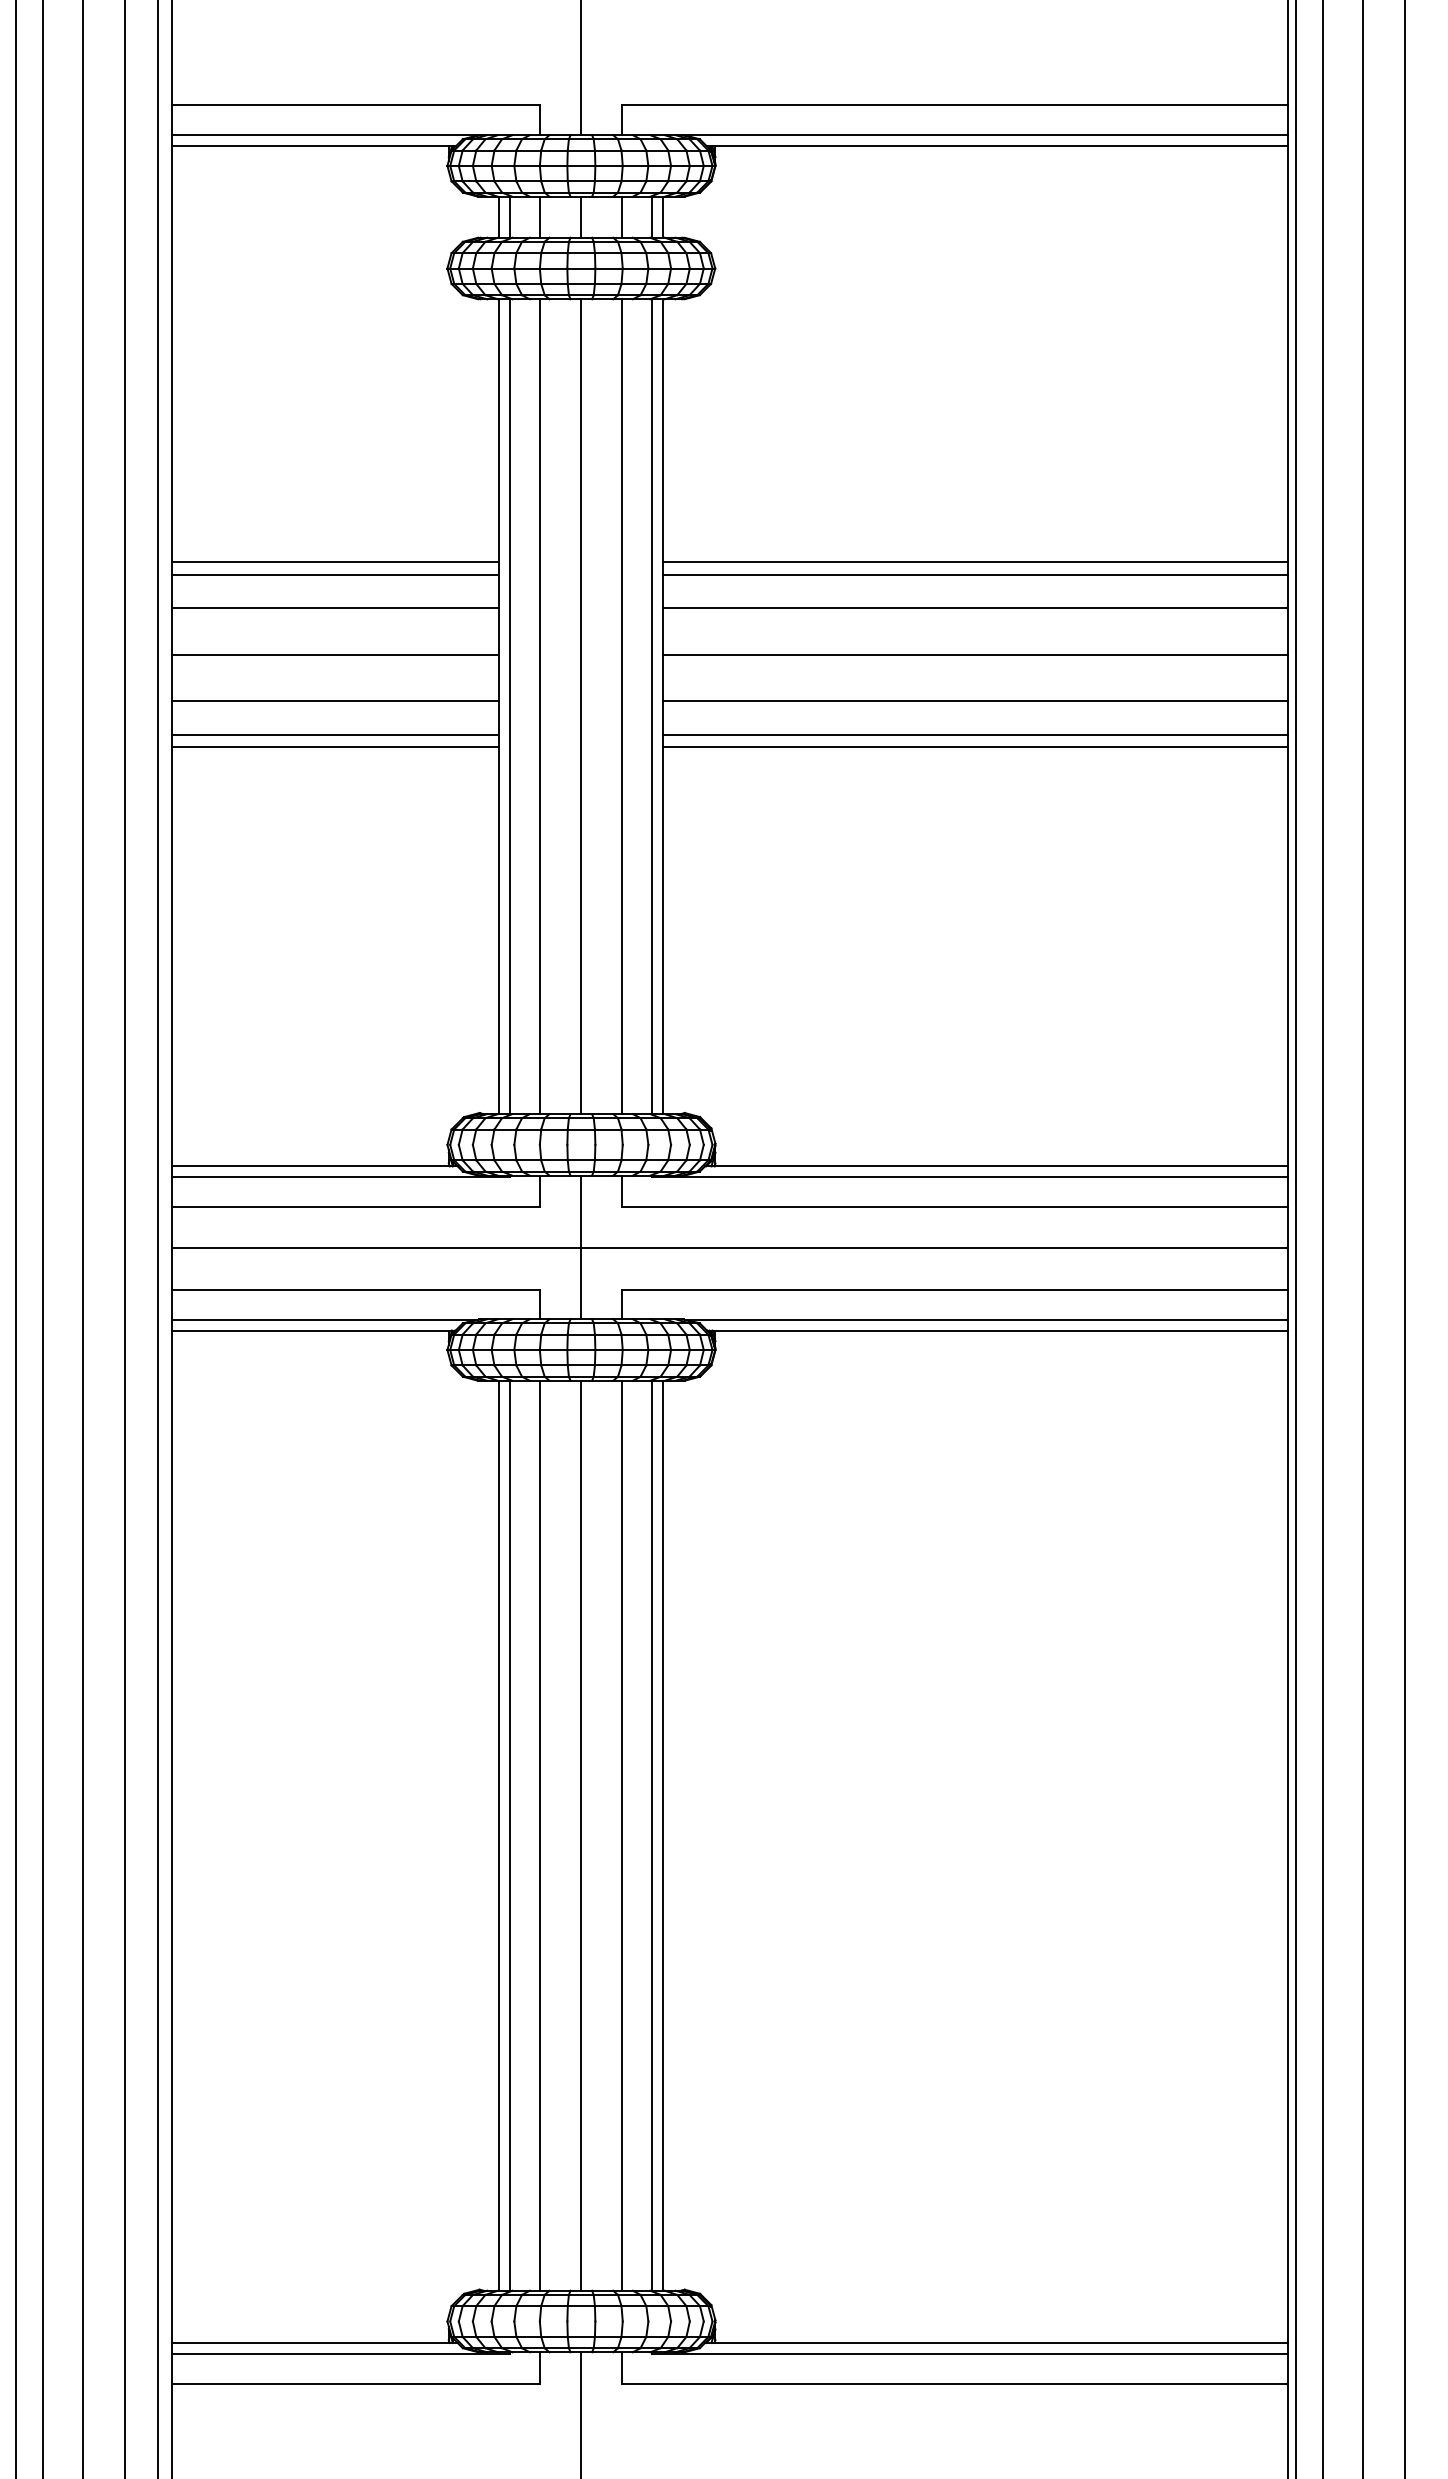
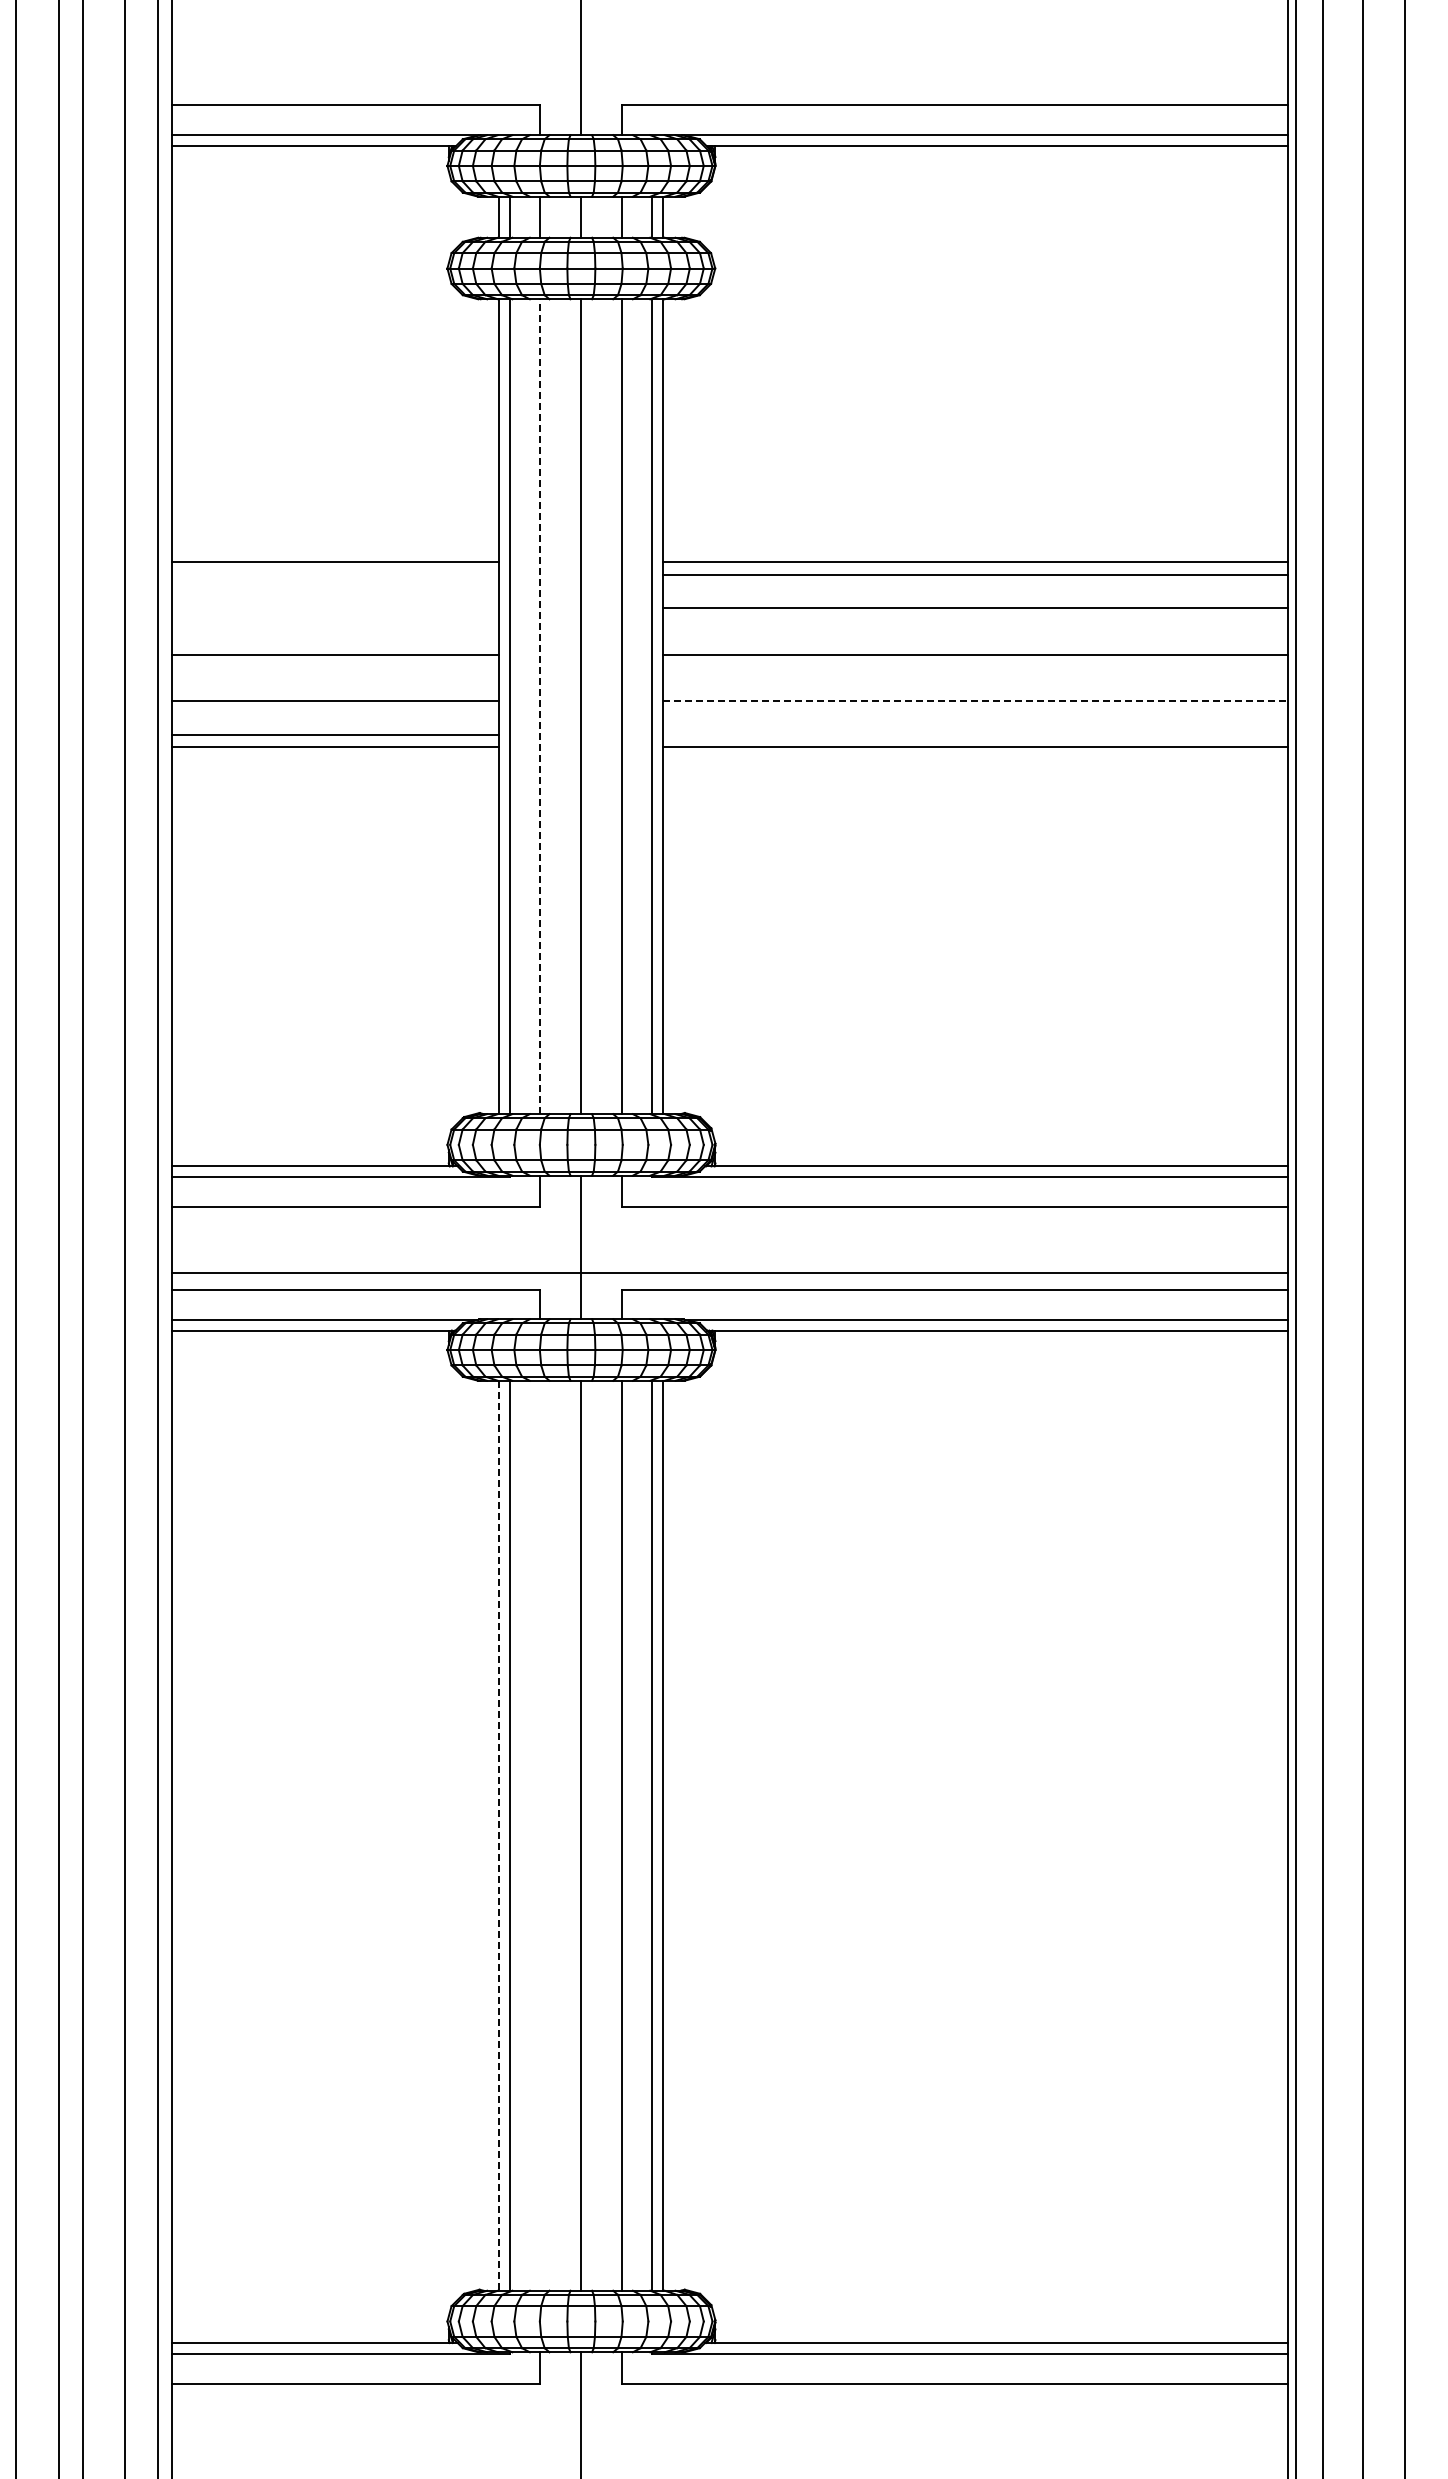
line at (335, 574): present -> none
line at (335, 608): present -> none
line at (975, 700): solid -> dashed
line at (539, 706): solid -> dashed
line at (975, 734): present -> none
line at (43, 1238) position: (43, 1238) -> (59, 1238)
line at (730, 1248) position: (730, 1248) -> (730, 1273)
line at (498, 1835): solid -> dashed
line at (539, 1835): present -> none
